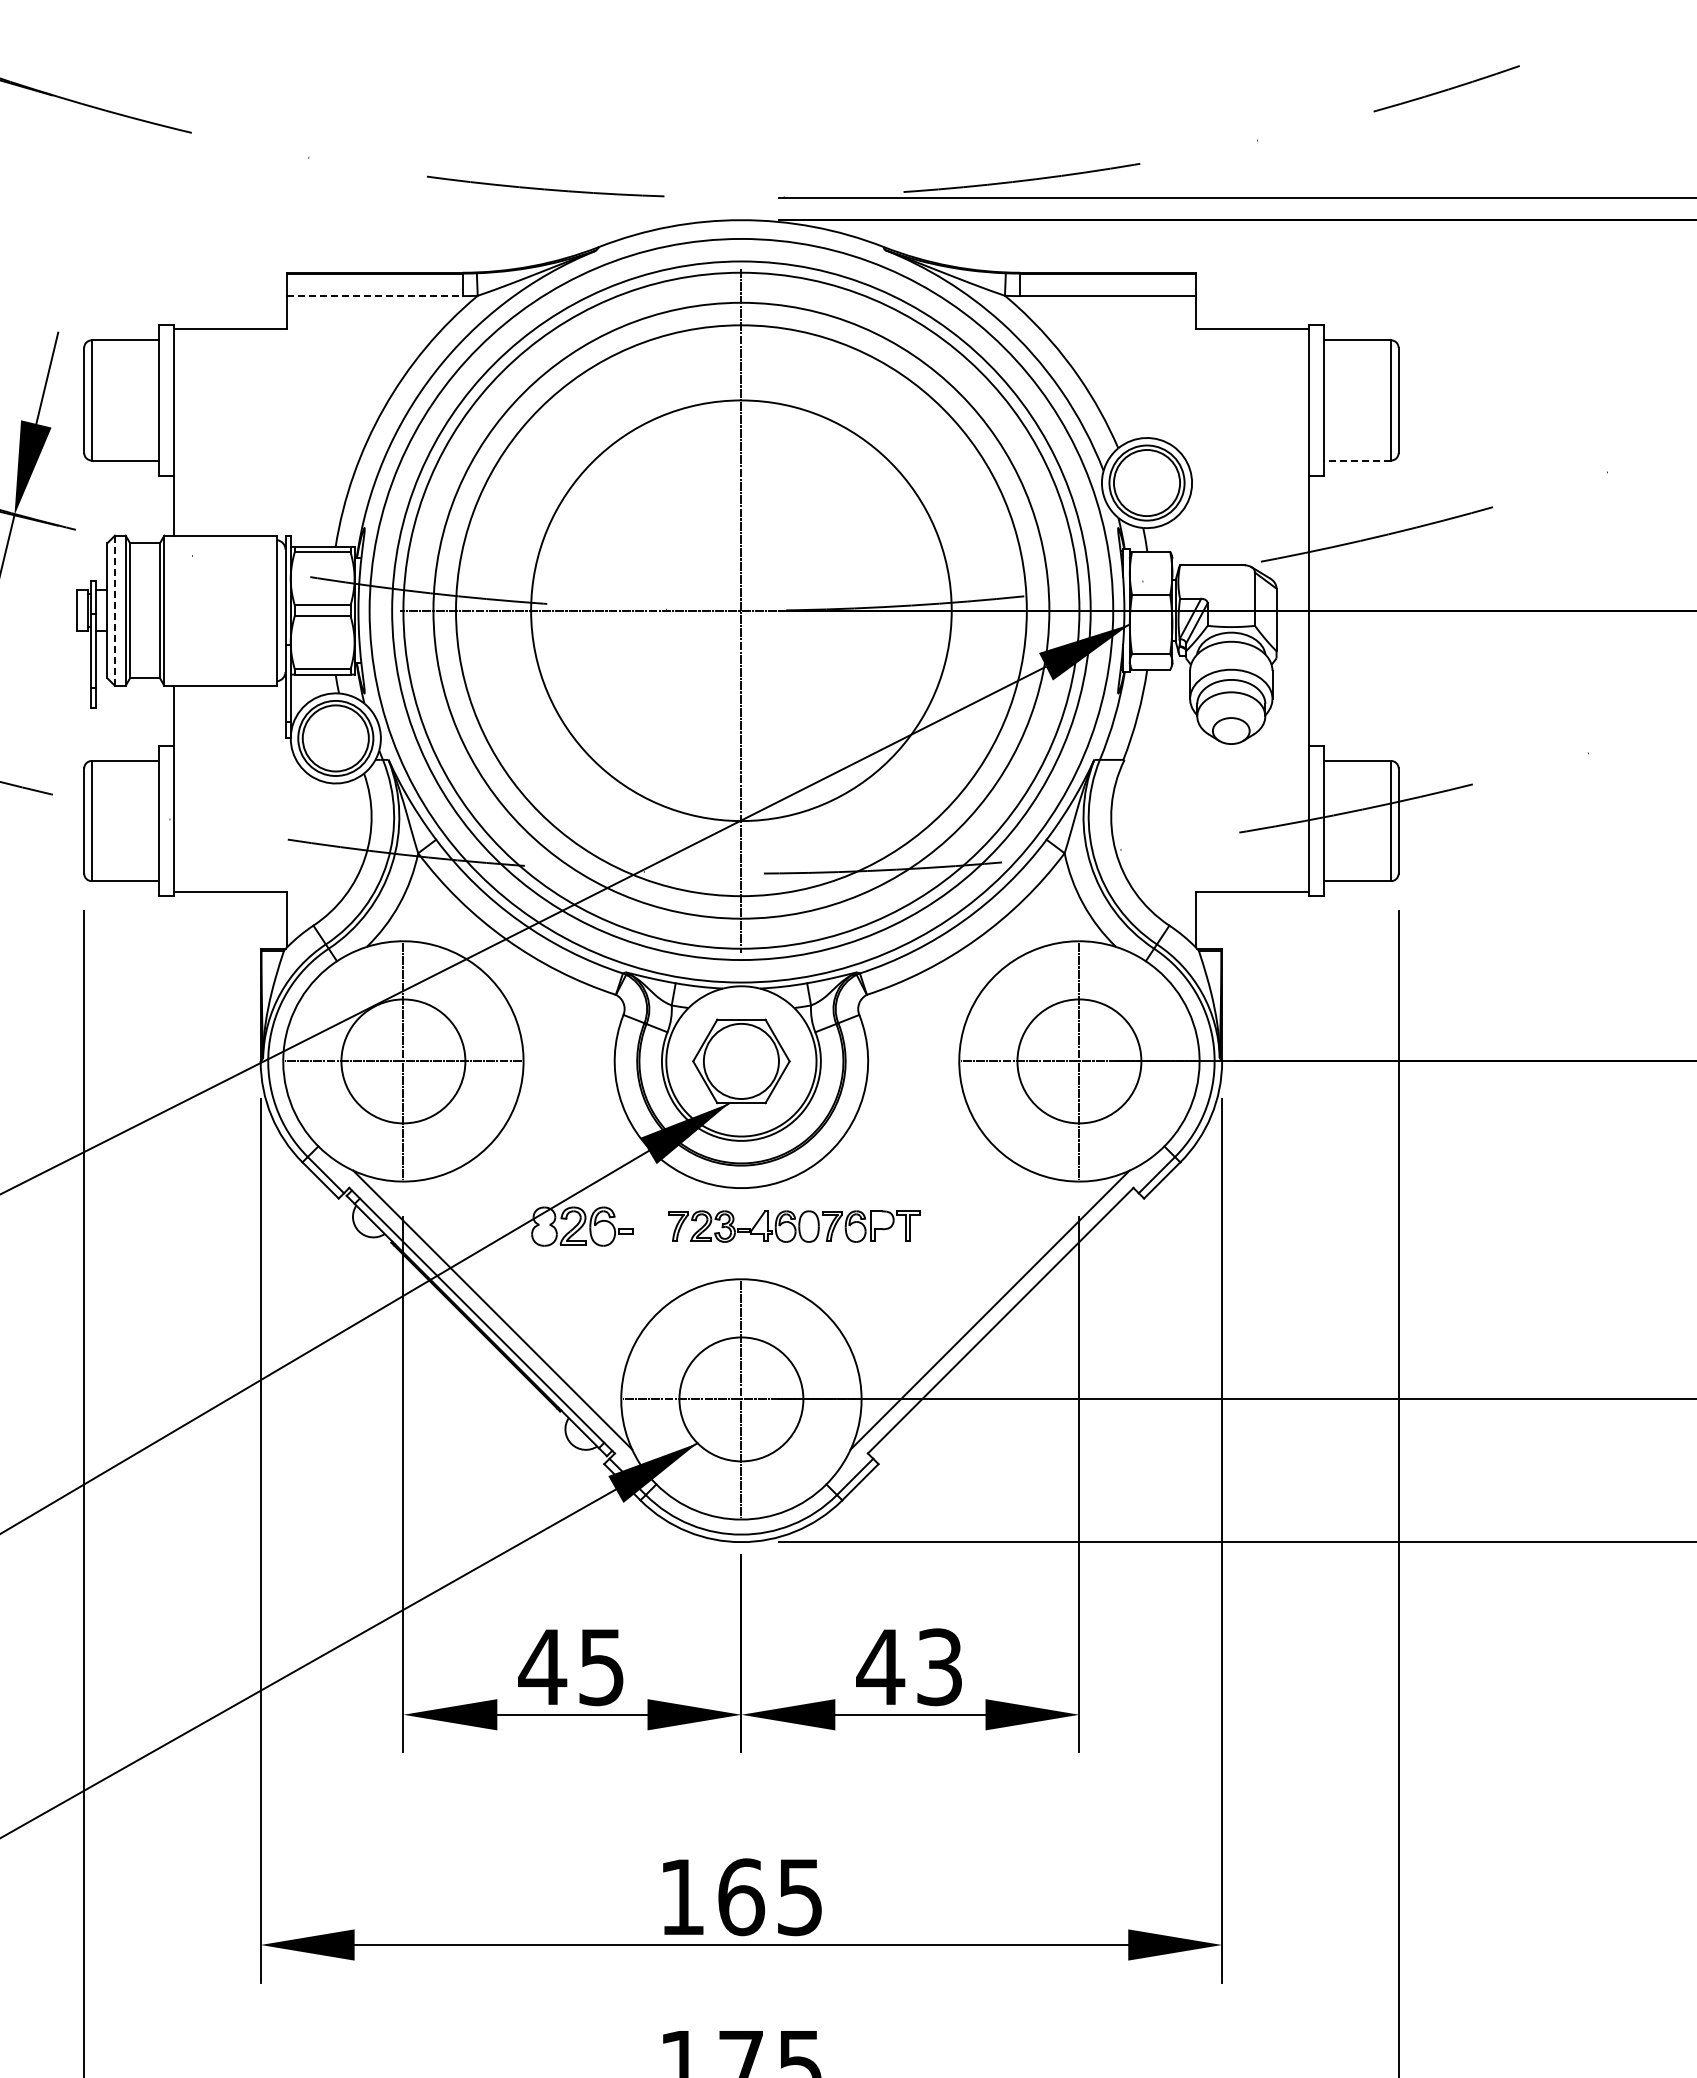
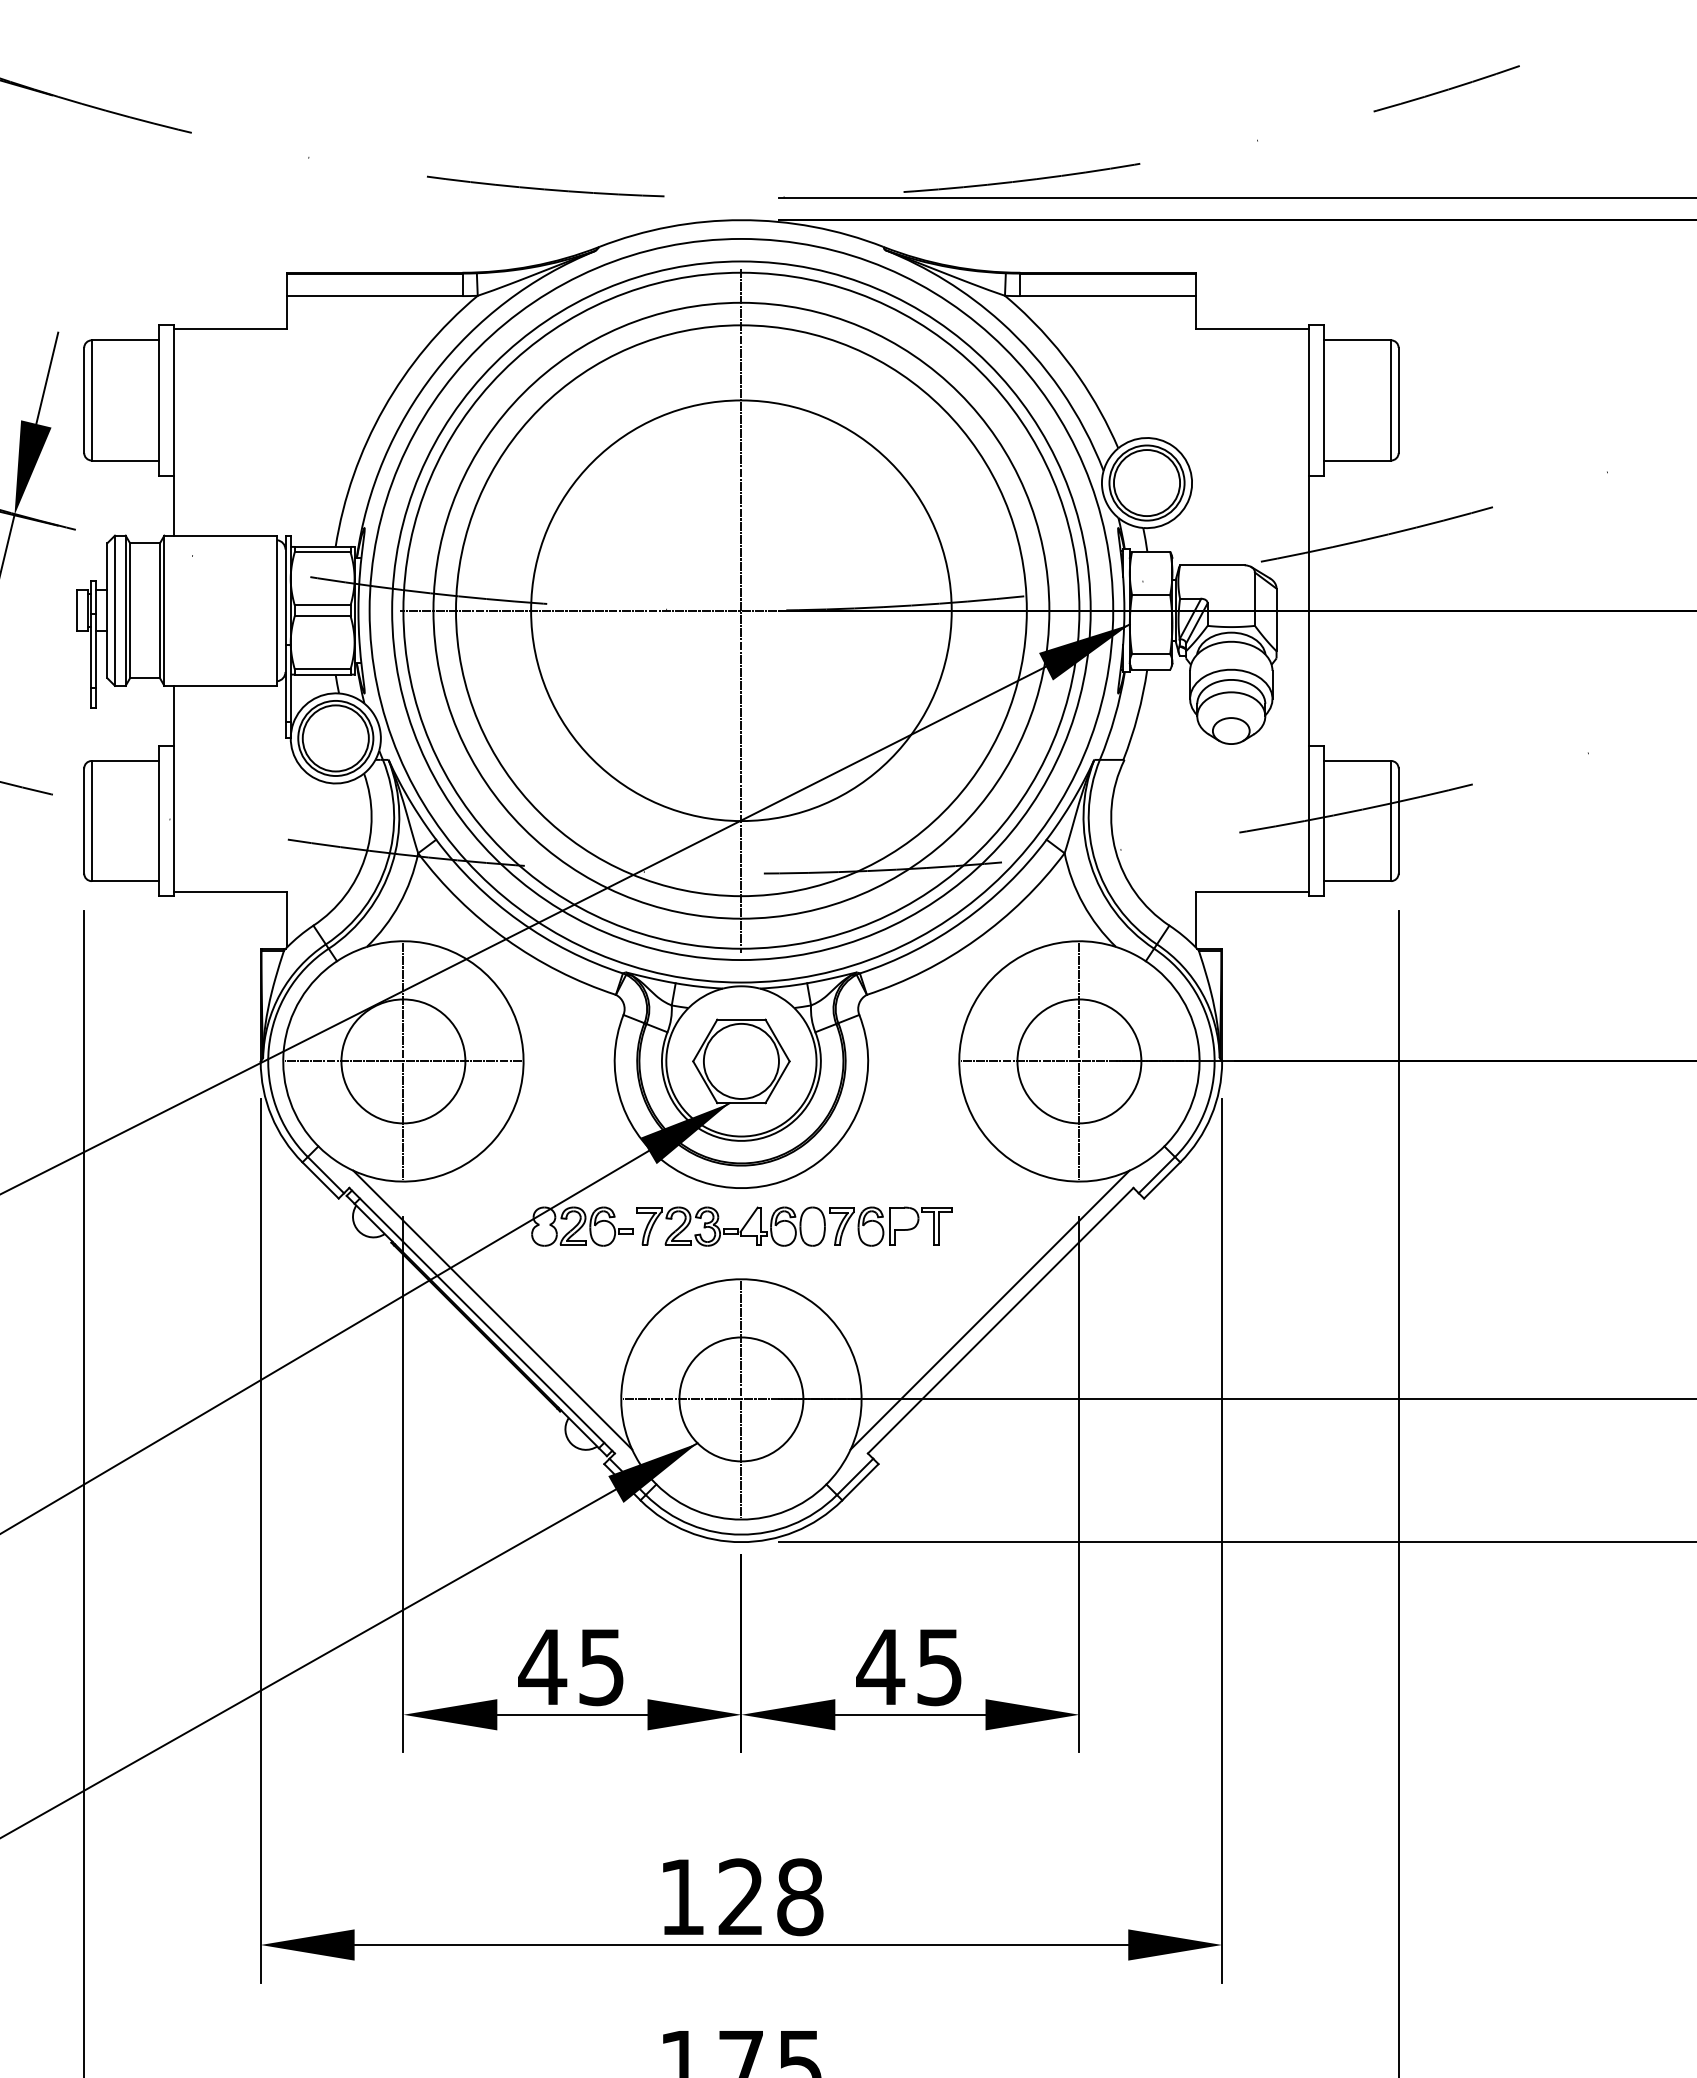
line at (374, 296): dashed -> solid
line at (1357, 460): dashed -> solid
line at (115, 611): dashed -> solid
part at (794, 1226) size: 253x33 px -> 317x41 px
text at (939, 1666): 43 -> 45
text at (770, 1897): 165 -> 128
